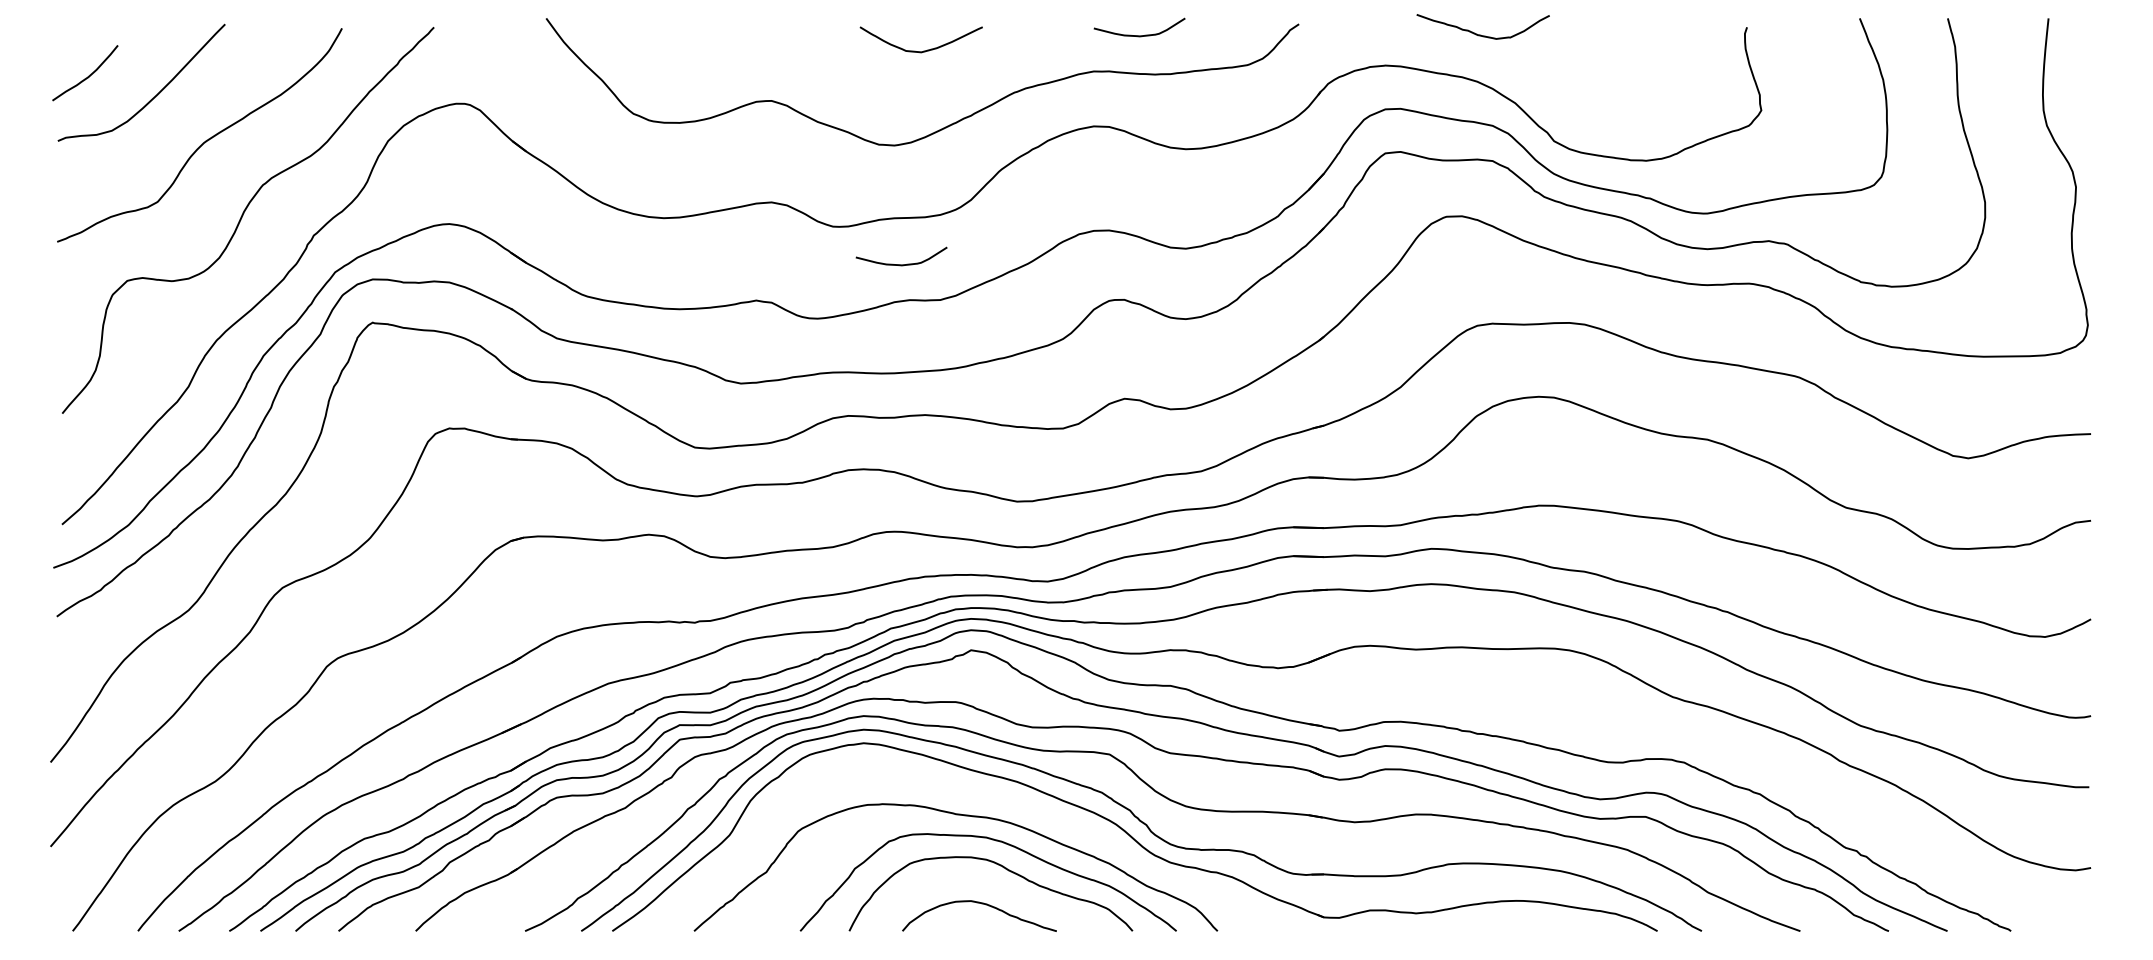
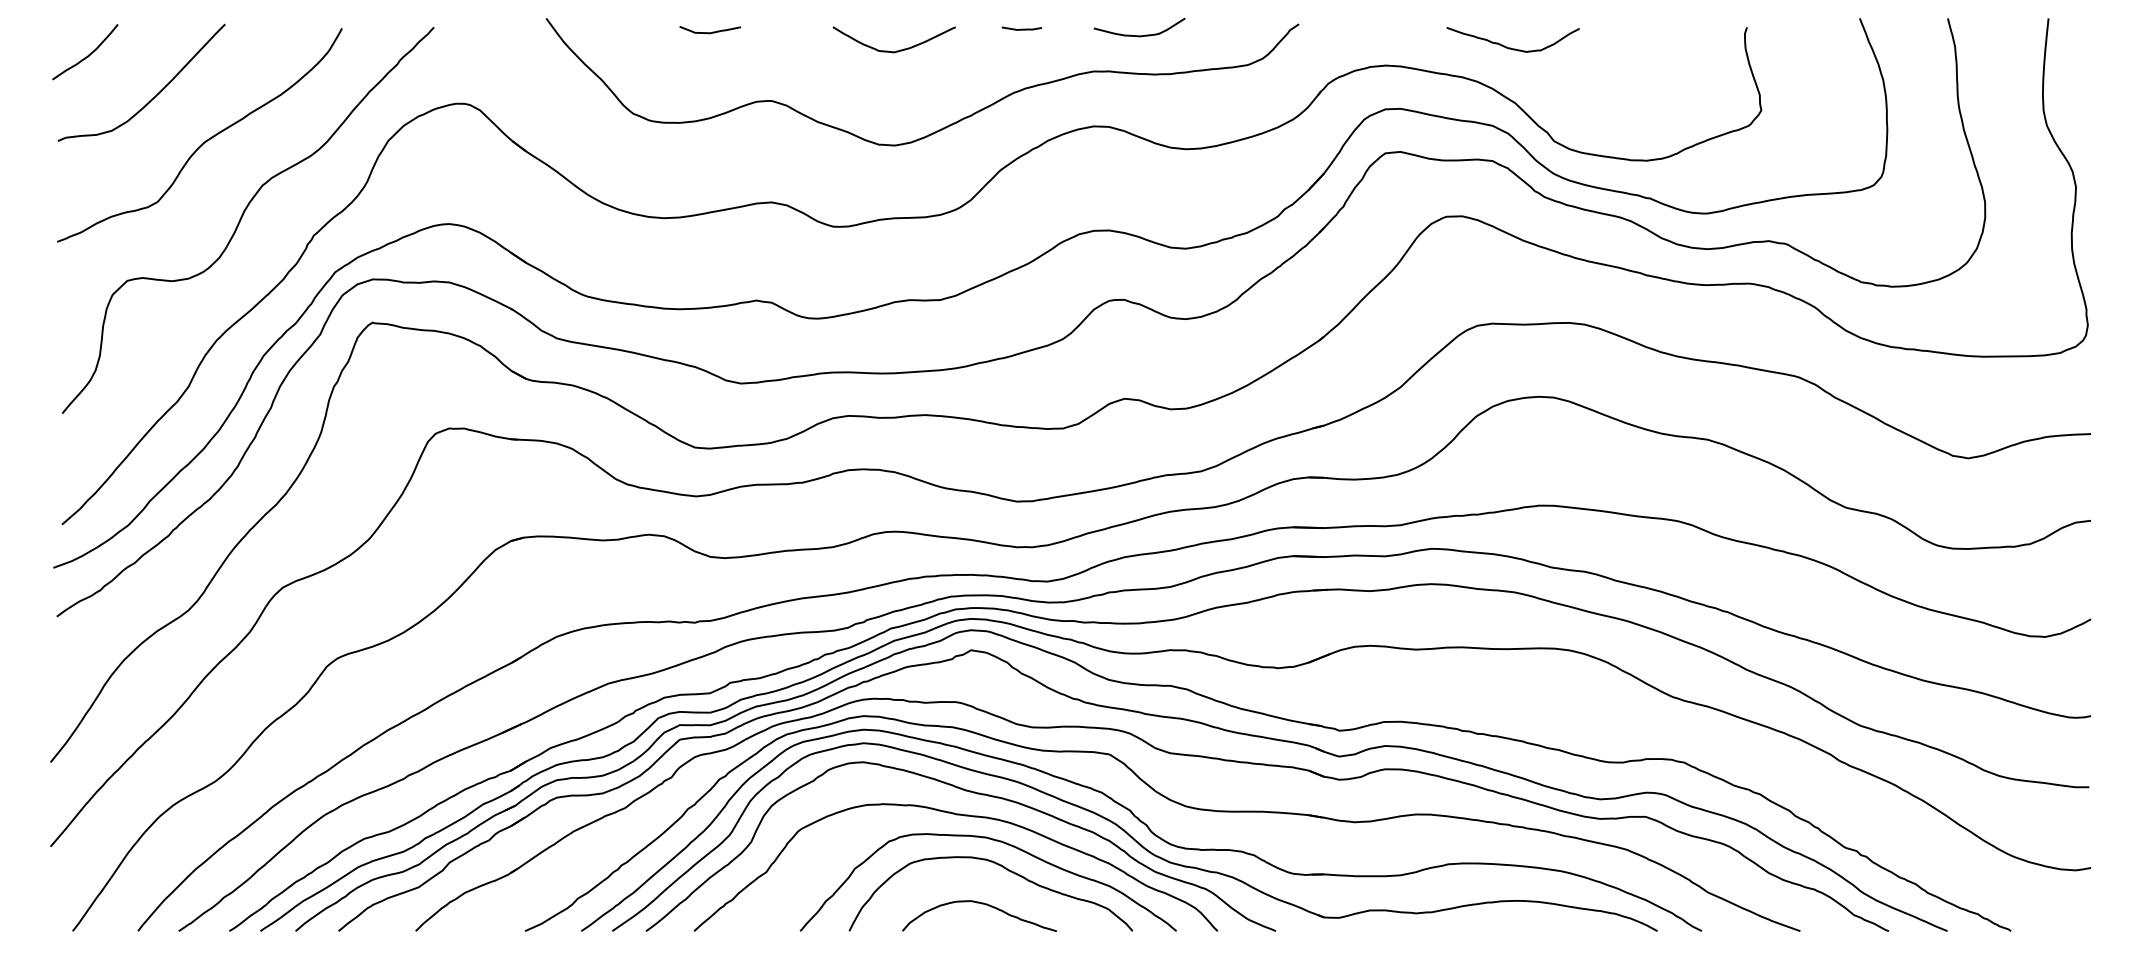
line at (1021, 28): none -> present
curve at (709, 32): none -> present
curve at (1480, 34) position: (1480, 34) -> (1510, 47)
curve at (923, 50) position: (923, 50) -> (896, 50)
curve at (88, 75) position: (88, 75) -> (88, 54)
curve at (901, 264): present -> none
curve at (973, 793): none -> present
